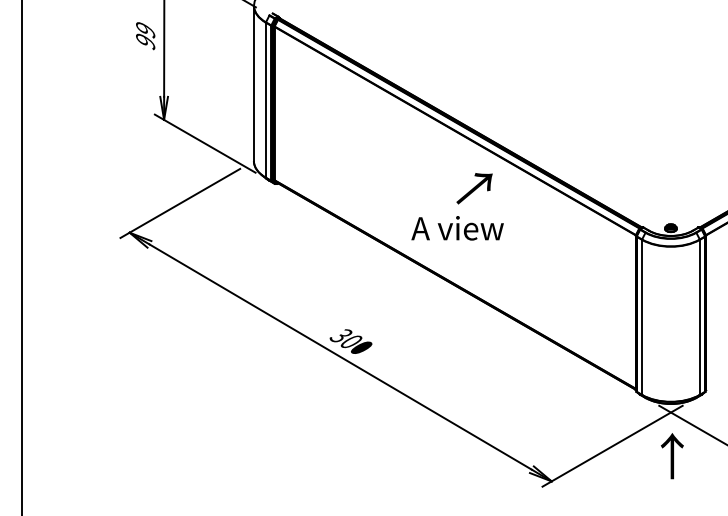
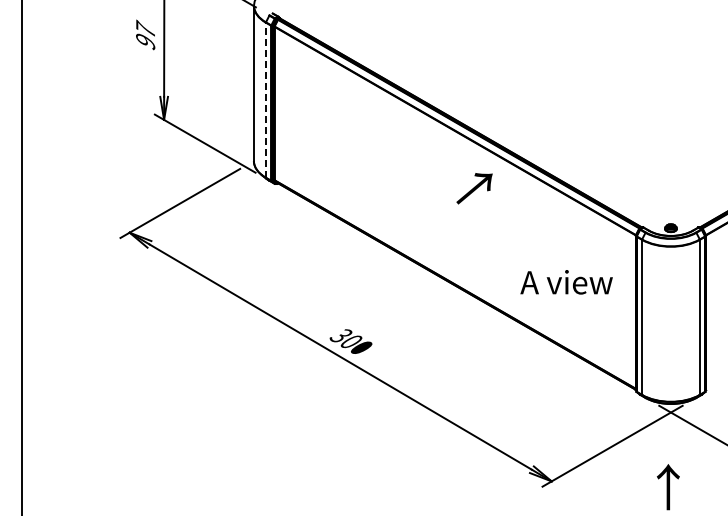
text at (145, 28): 99 -> 97
line at (265, 99): solid -> dashed
text at (457, 228) position: (457, 228) -> (566, 282)
text at (672, 456) position: (672, 456) -> (668, 487)
